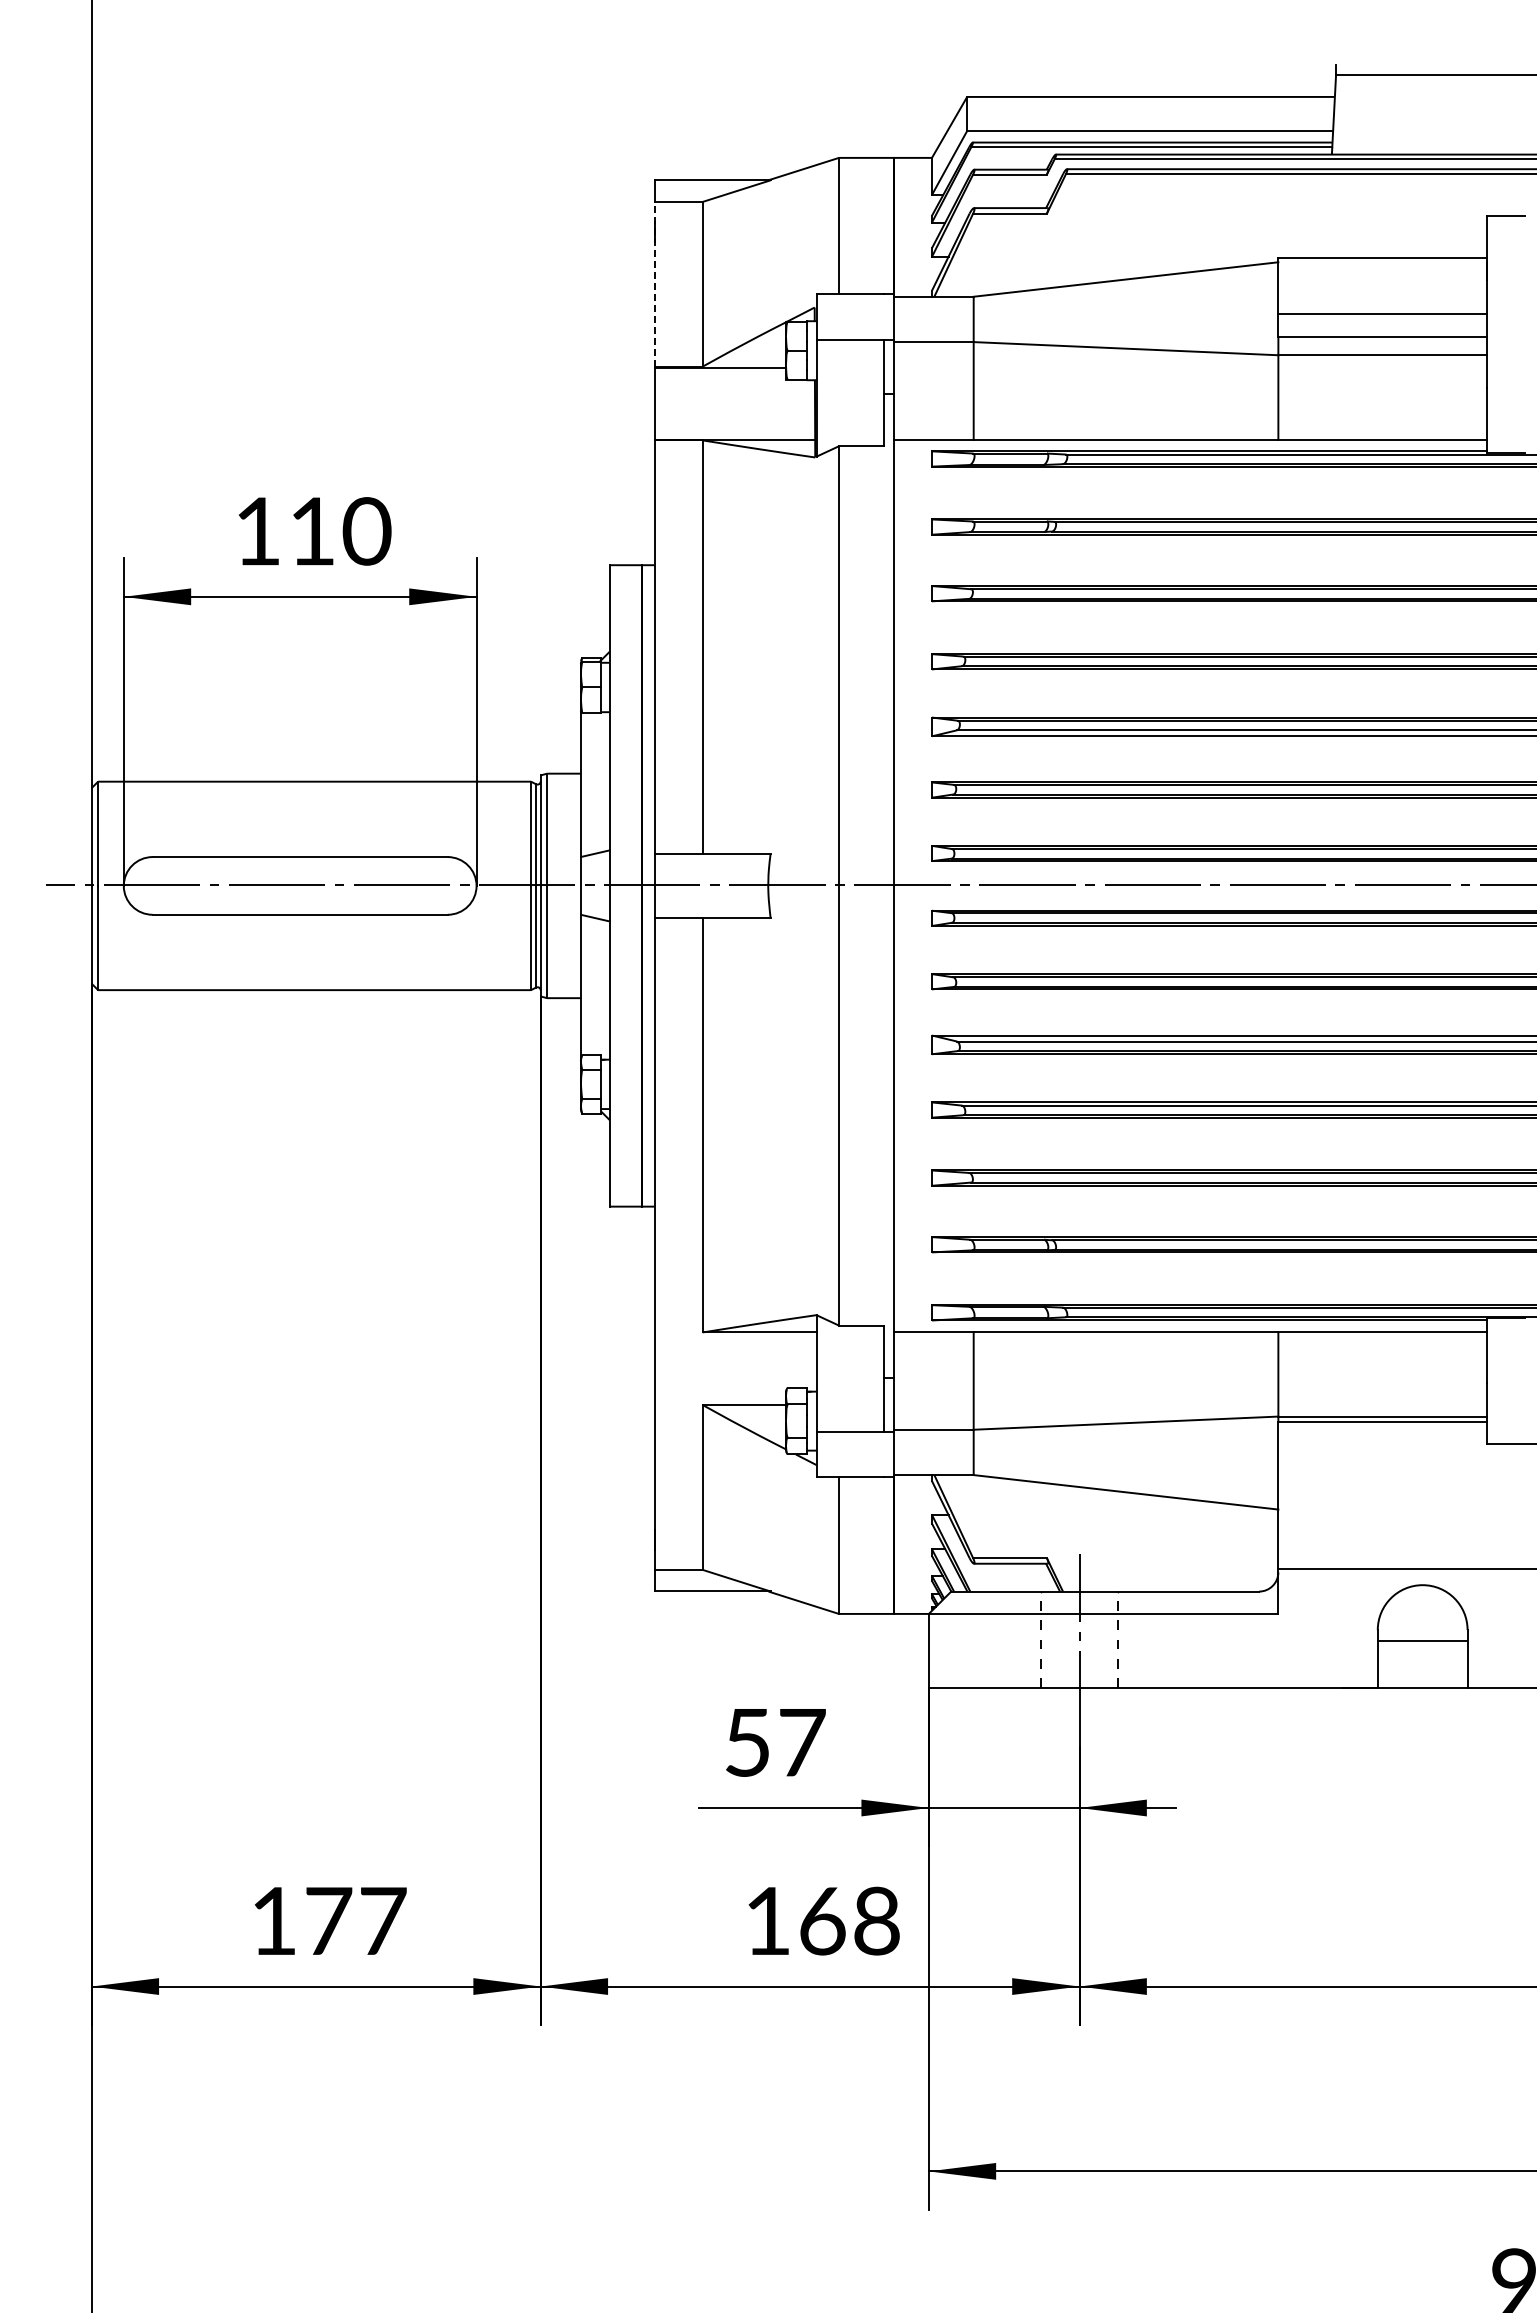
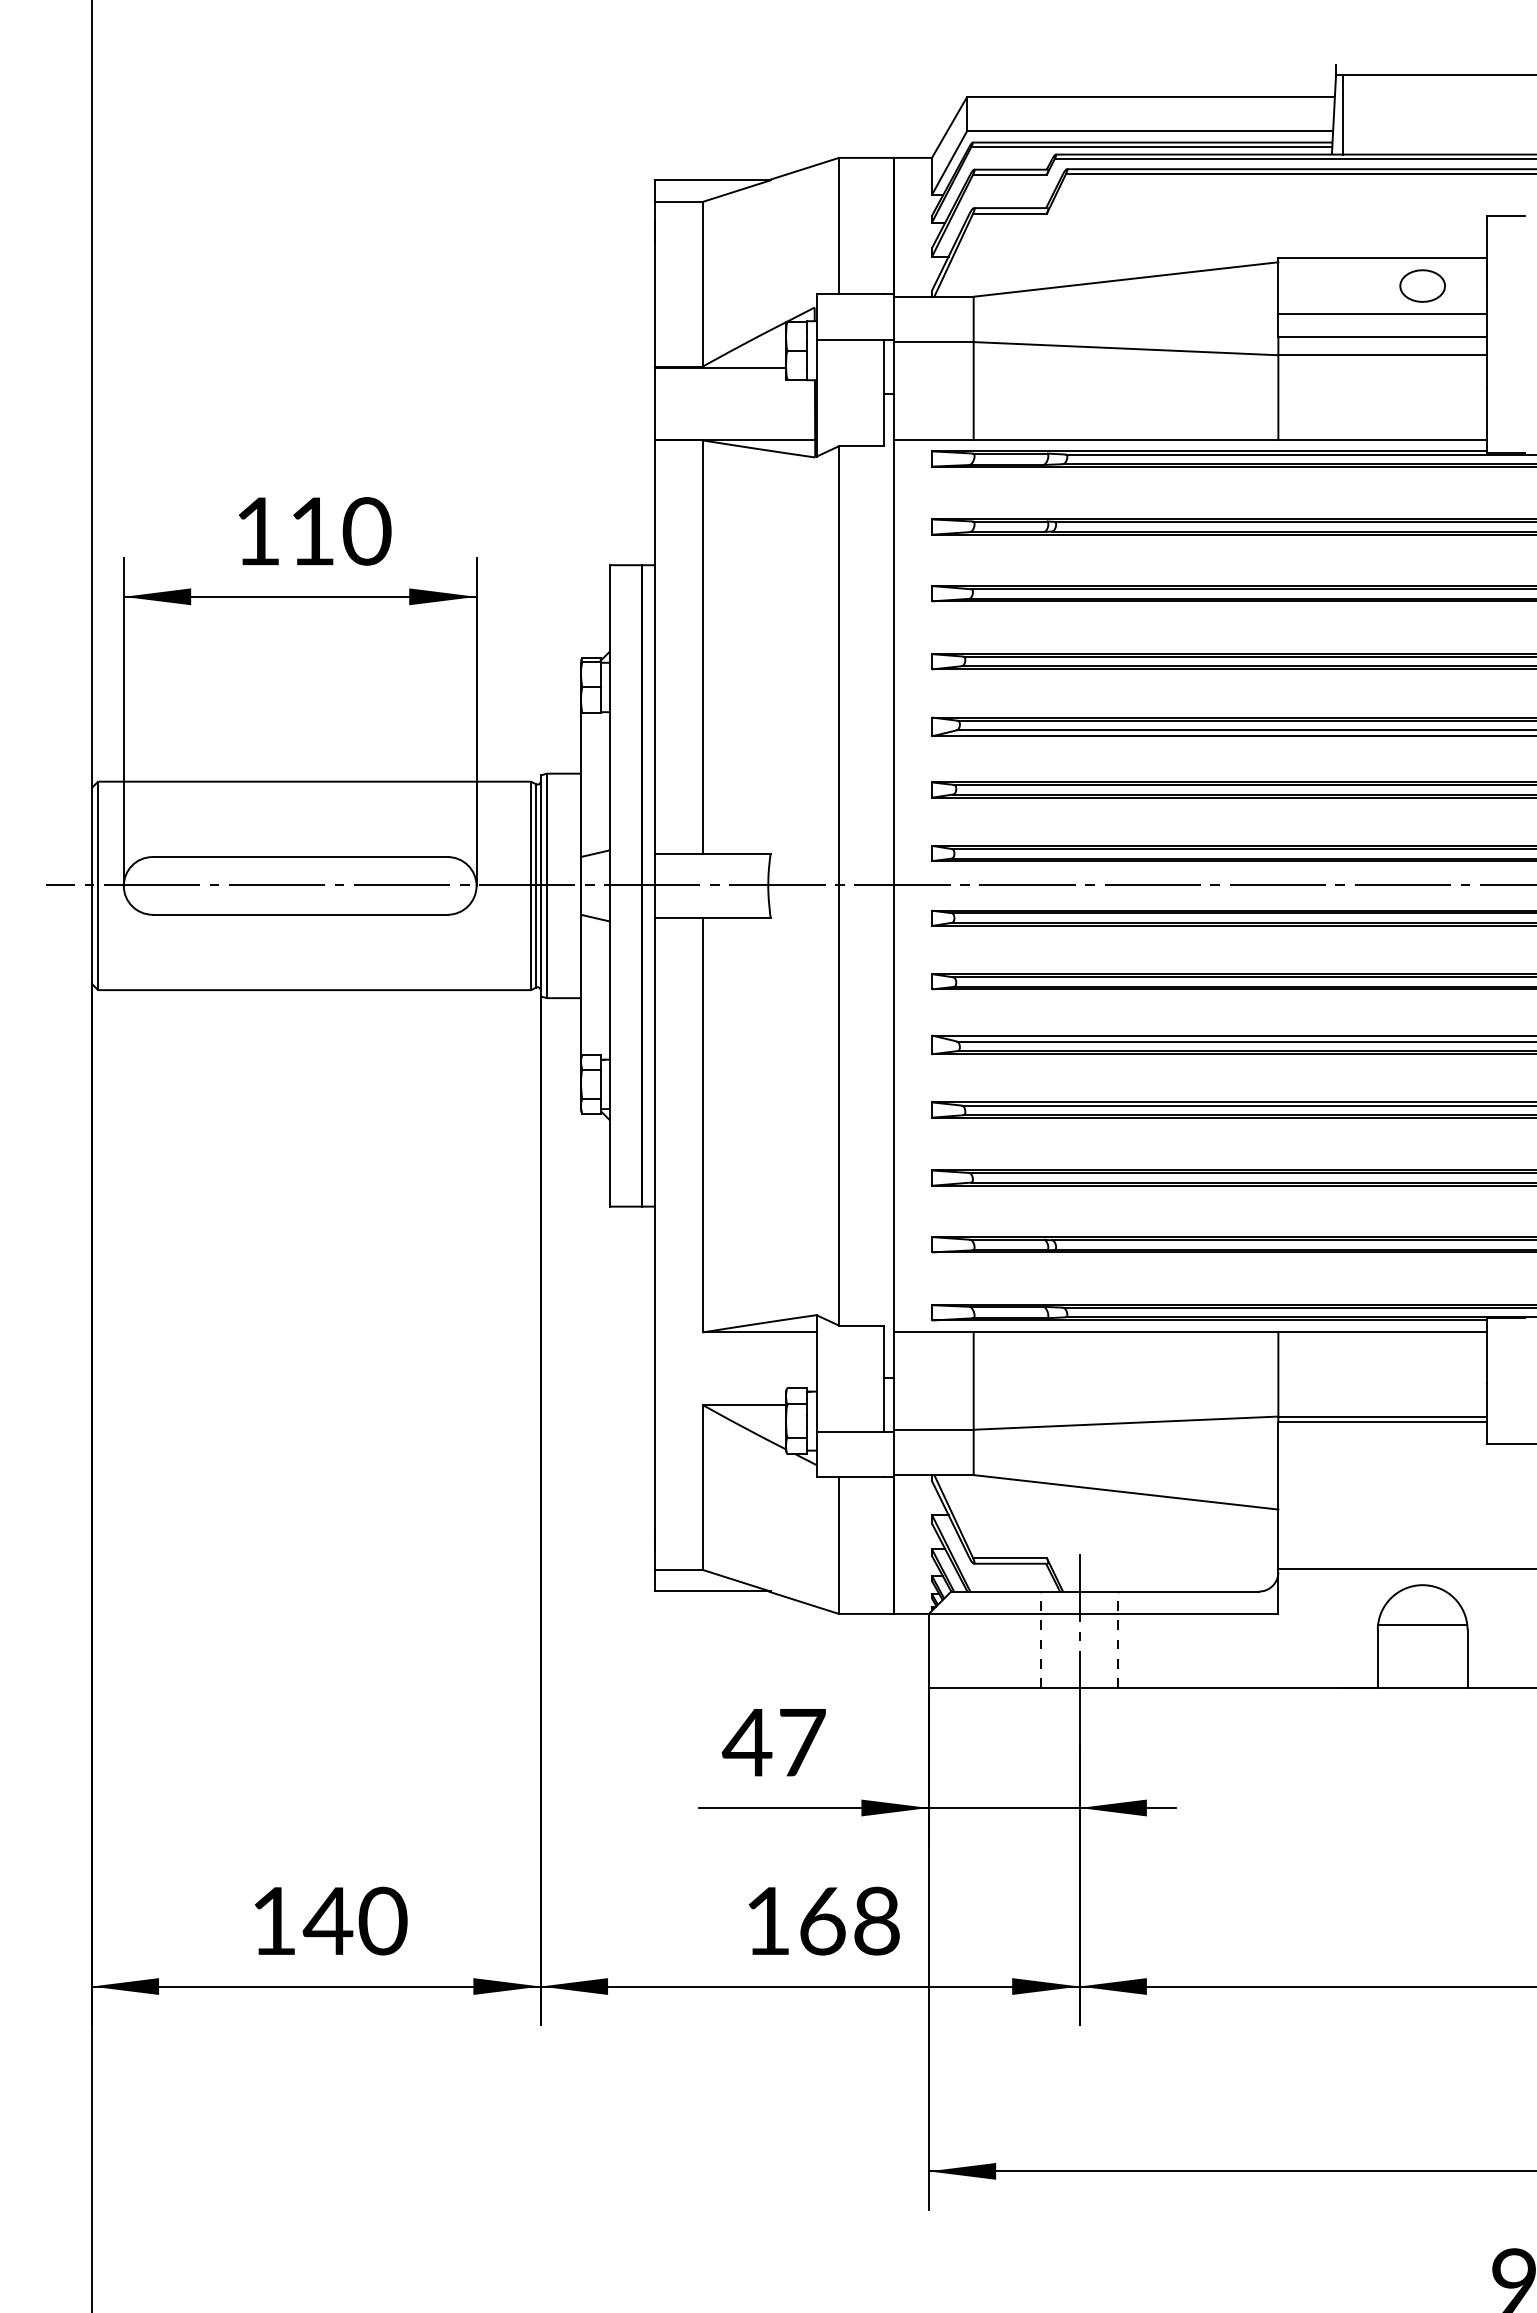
line at (1342, 114): none -> present
line at (654, 283): dashed -> solid
part at (1422, 285): none -> present
line at (1422, 1640) position: (1422, 1640) -> (1422, 1624)
text at (746, 1742): 57 -> 47
text at (354, 1920): 177 -> 140
